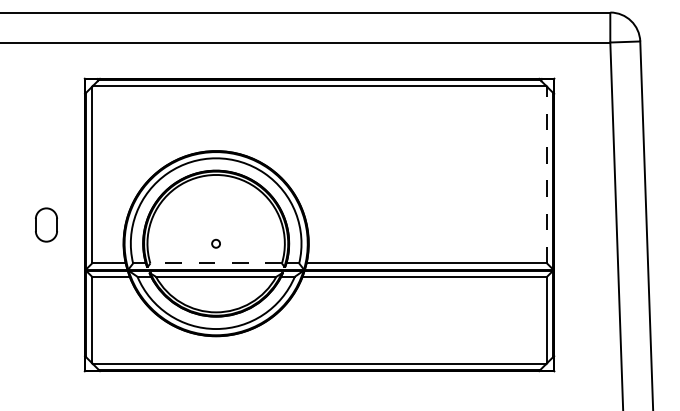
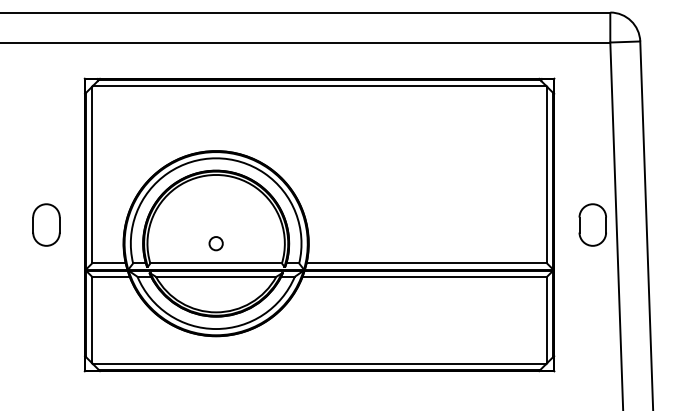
line at (547, 174): dashed -> solid
part at (46, 224) size: 23x36 px -> 29x44 px
part at (592, 224): none -> present
circle at (215, 243) size: 10x11 px -> 16x16 px
line at (216, 263): dashed -> solid
